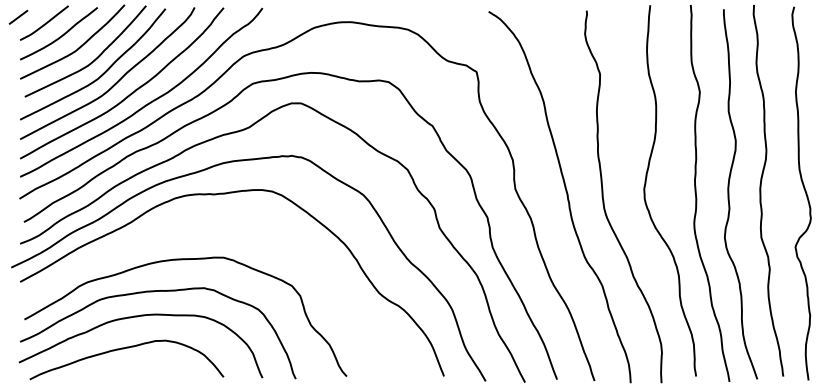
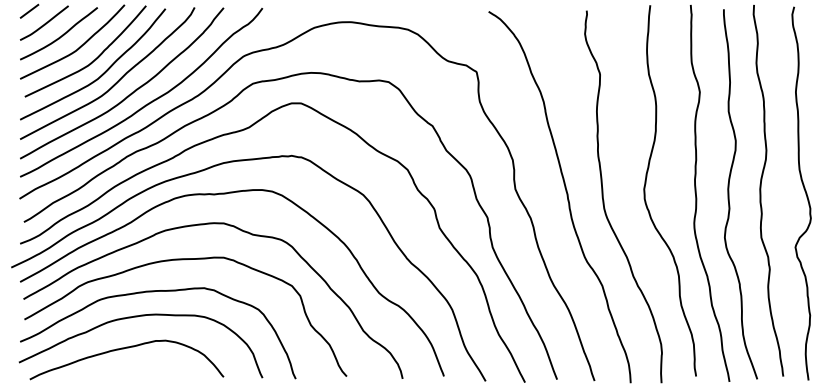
line at (18, 16) position: (18, 16) -> (29, 10)
curve at (241, 231): none -> present
